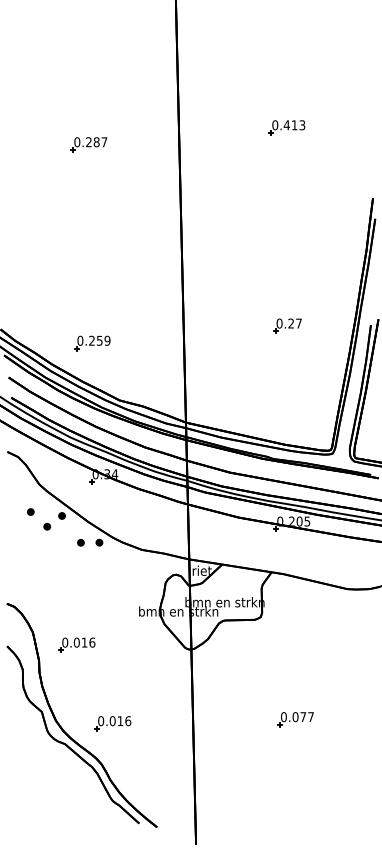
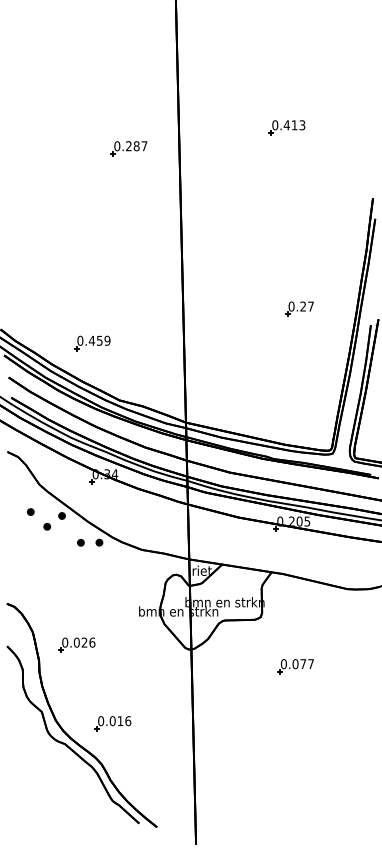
part at (88, 144) position: (88, 144) -> (128, 148)
part at (287, 325) position: (287, 325) -> (299, 308)
text at (91, 340): 0.259 -> 0.459
text at (84, 642): 0.016 -> 0.026
part at (295, 719) position: (295, 719) -> (295, 666)
